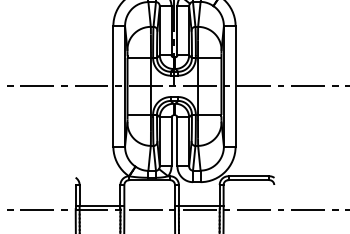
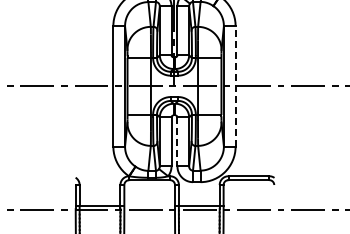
line at (235, 85): solid -> dashed
line at (177, 142): solid -> dashed
